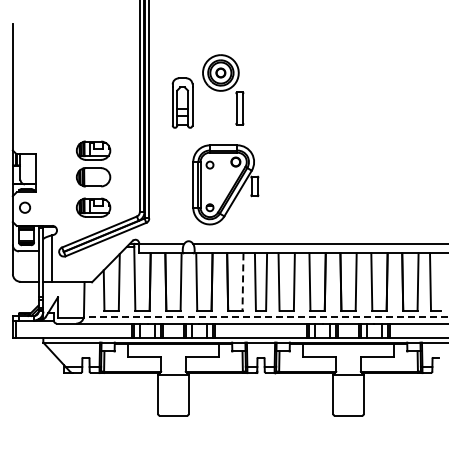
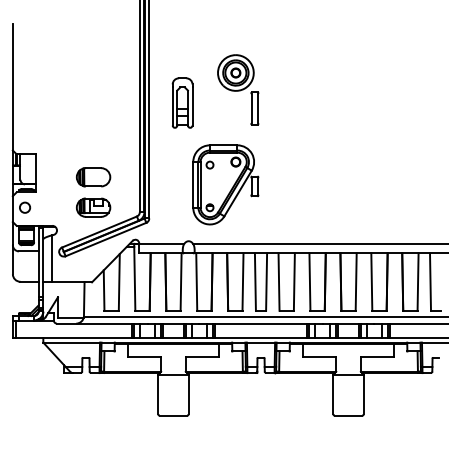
part at (223, 89) position: (223, 89) -> (238, 89)
part at (93, 150): present -> none
line at (243, 282): dashed -> solid
line at (265, 316): dashed -> solid
